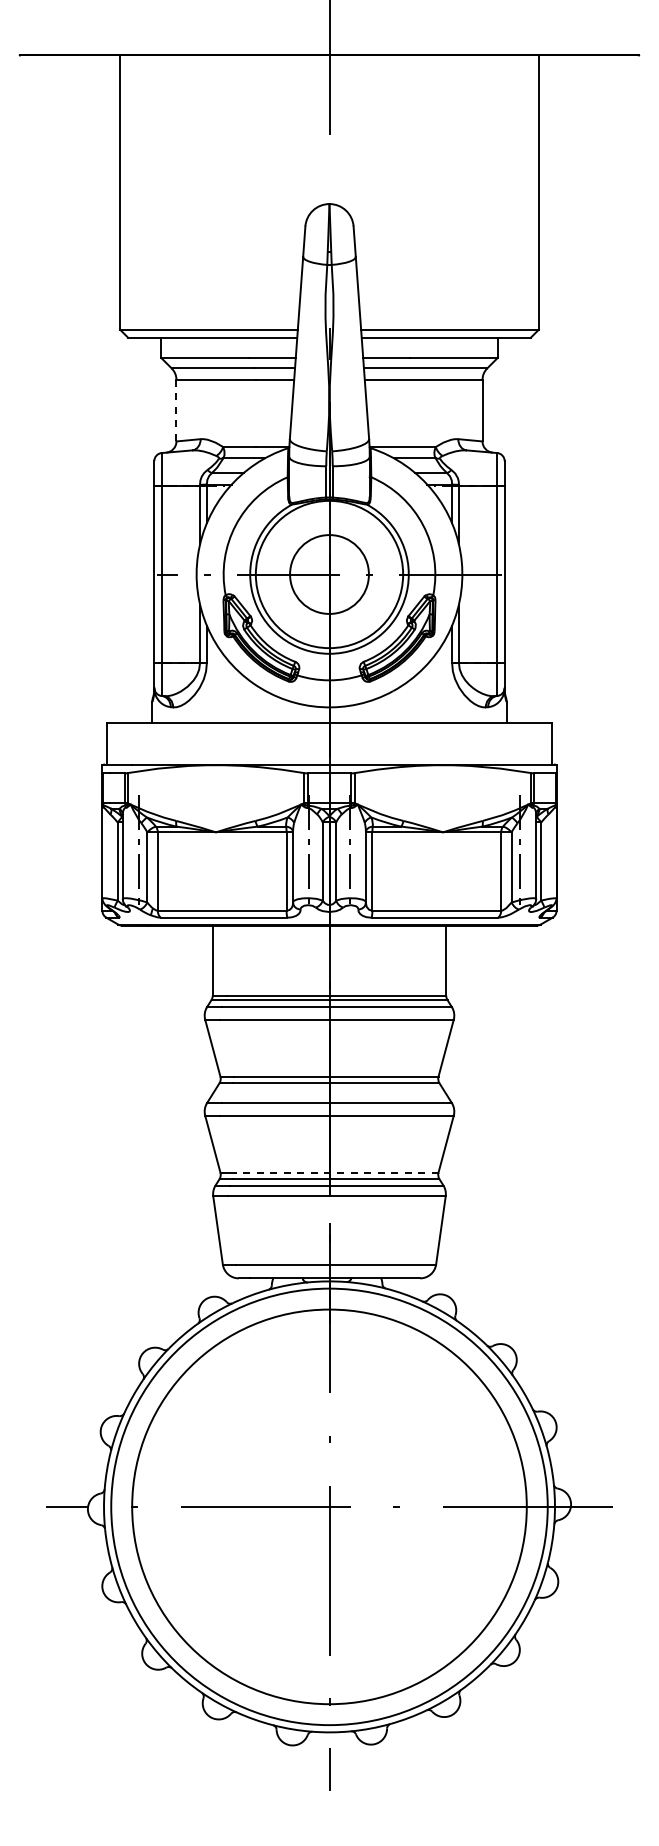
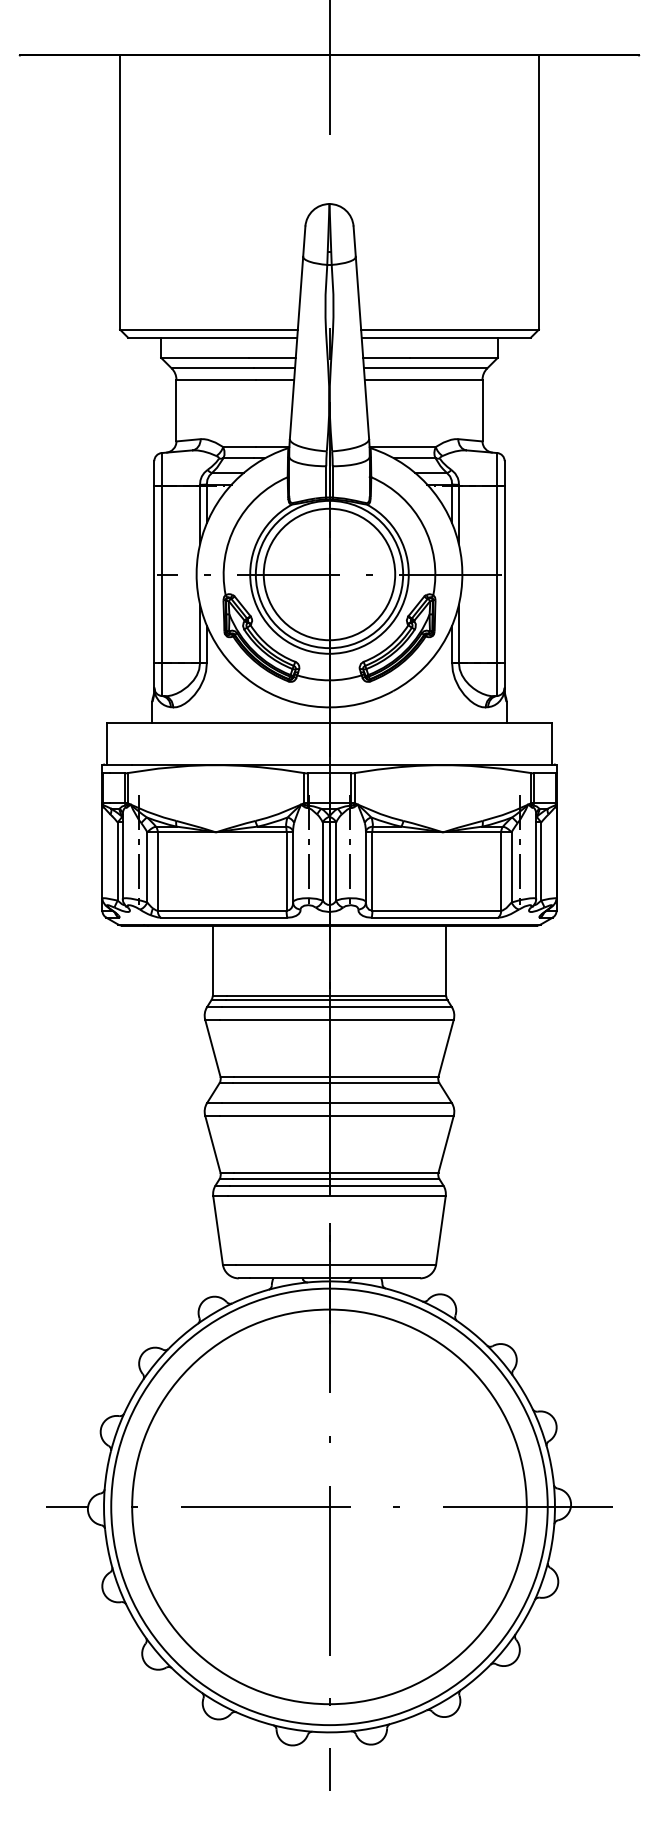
line at (176, 410): dashed -> solid
circle at (329, 574) diameter: 79 px -> 131 px
line at (335, 1172): dashed -> solid
